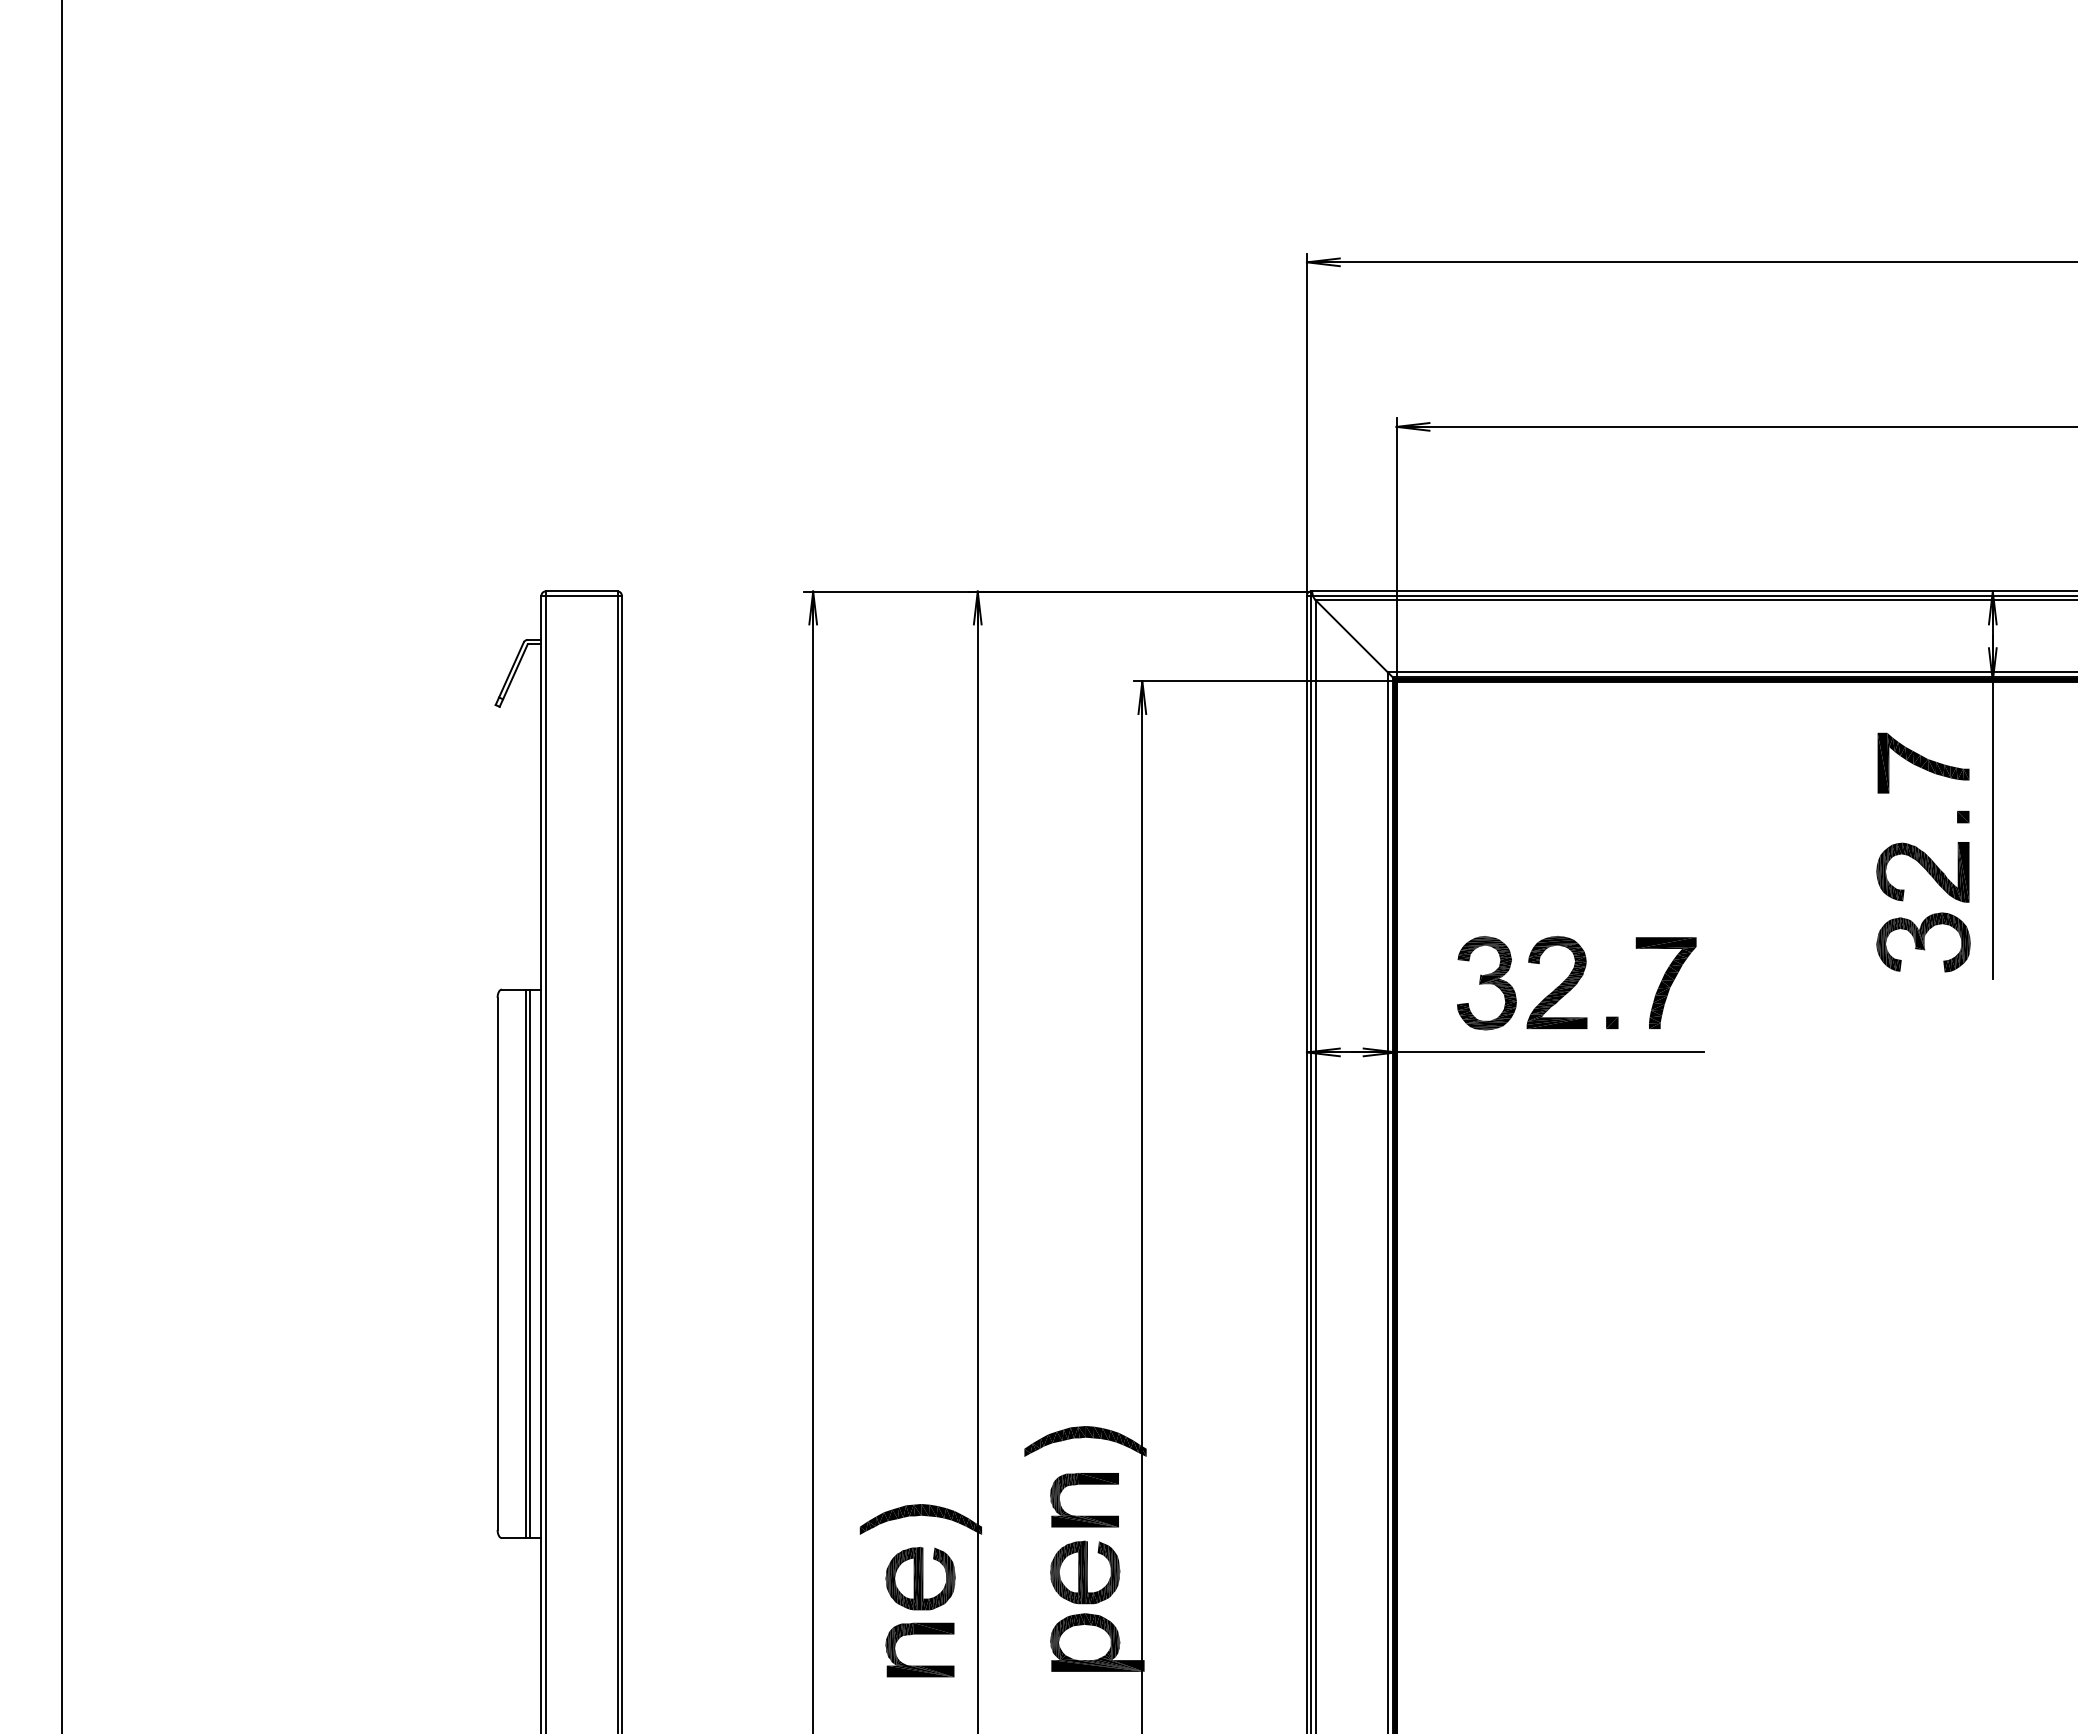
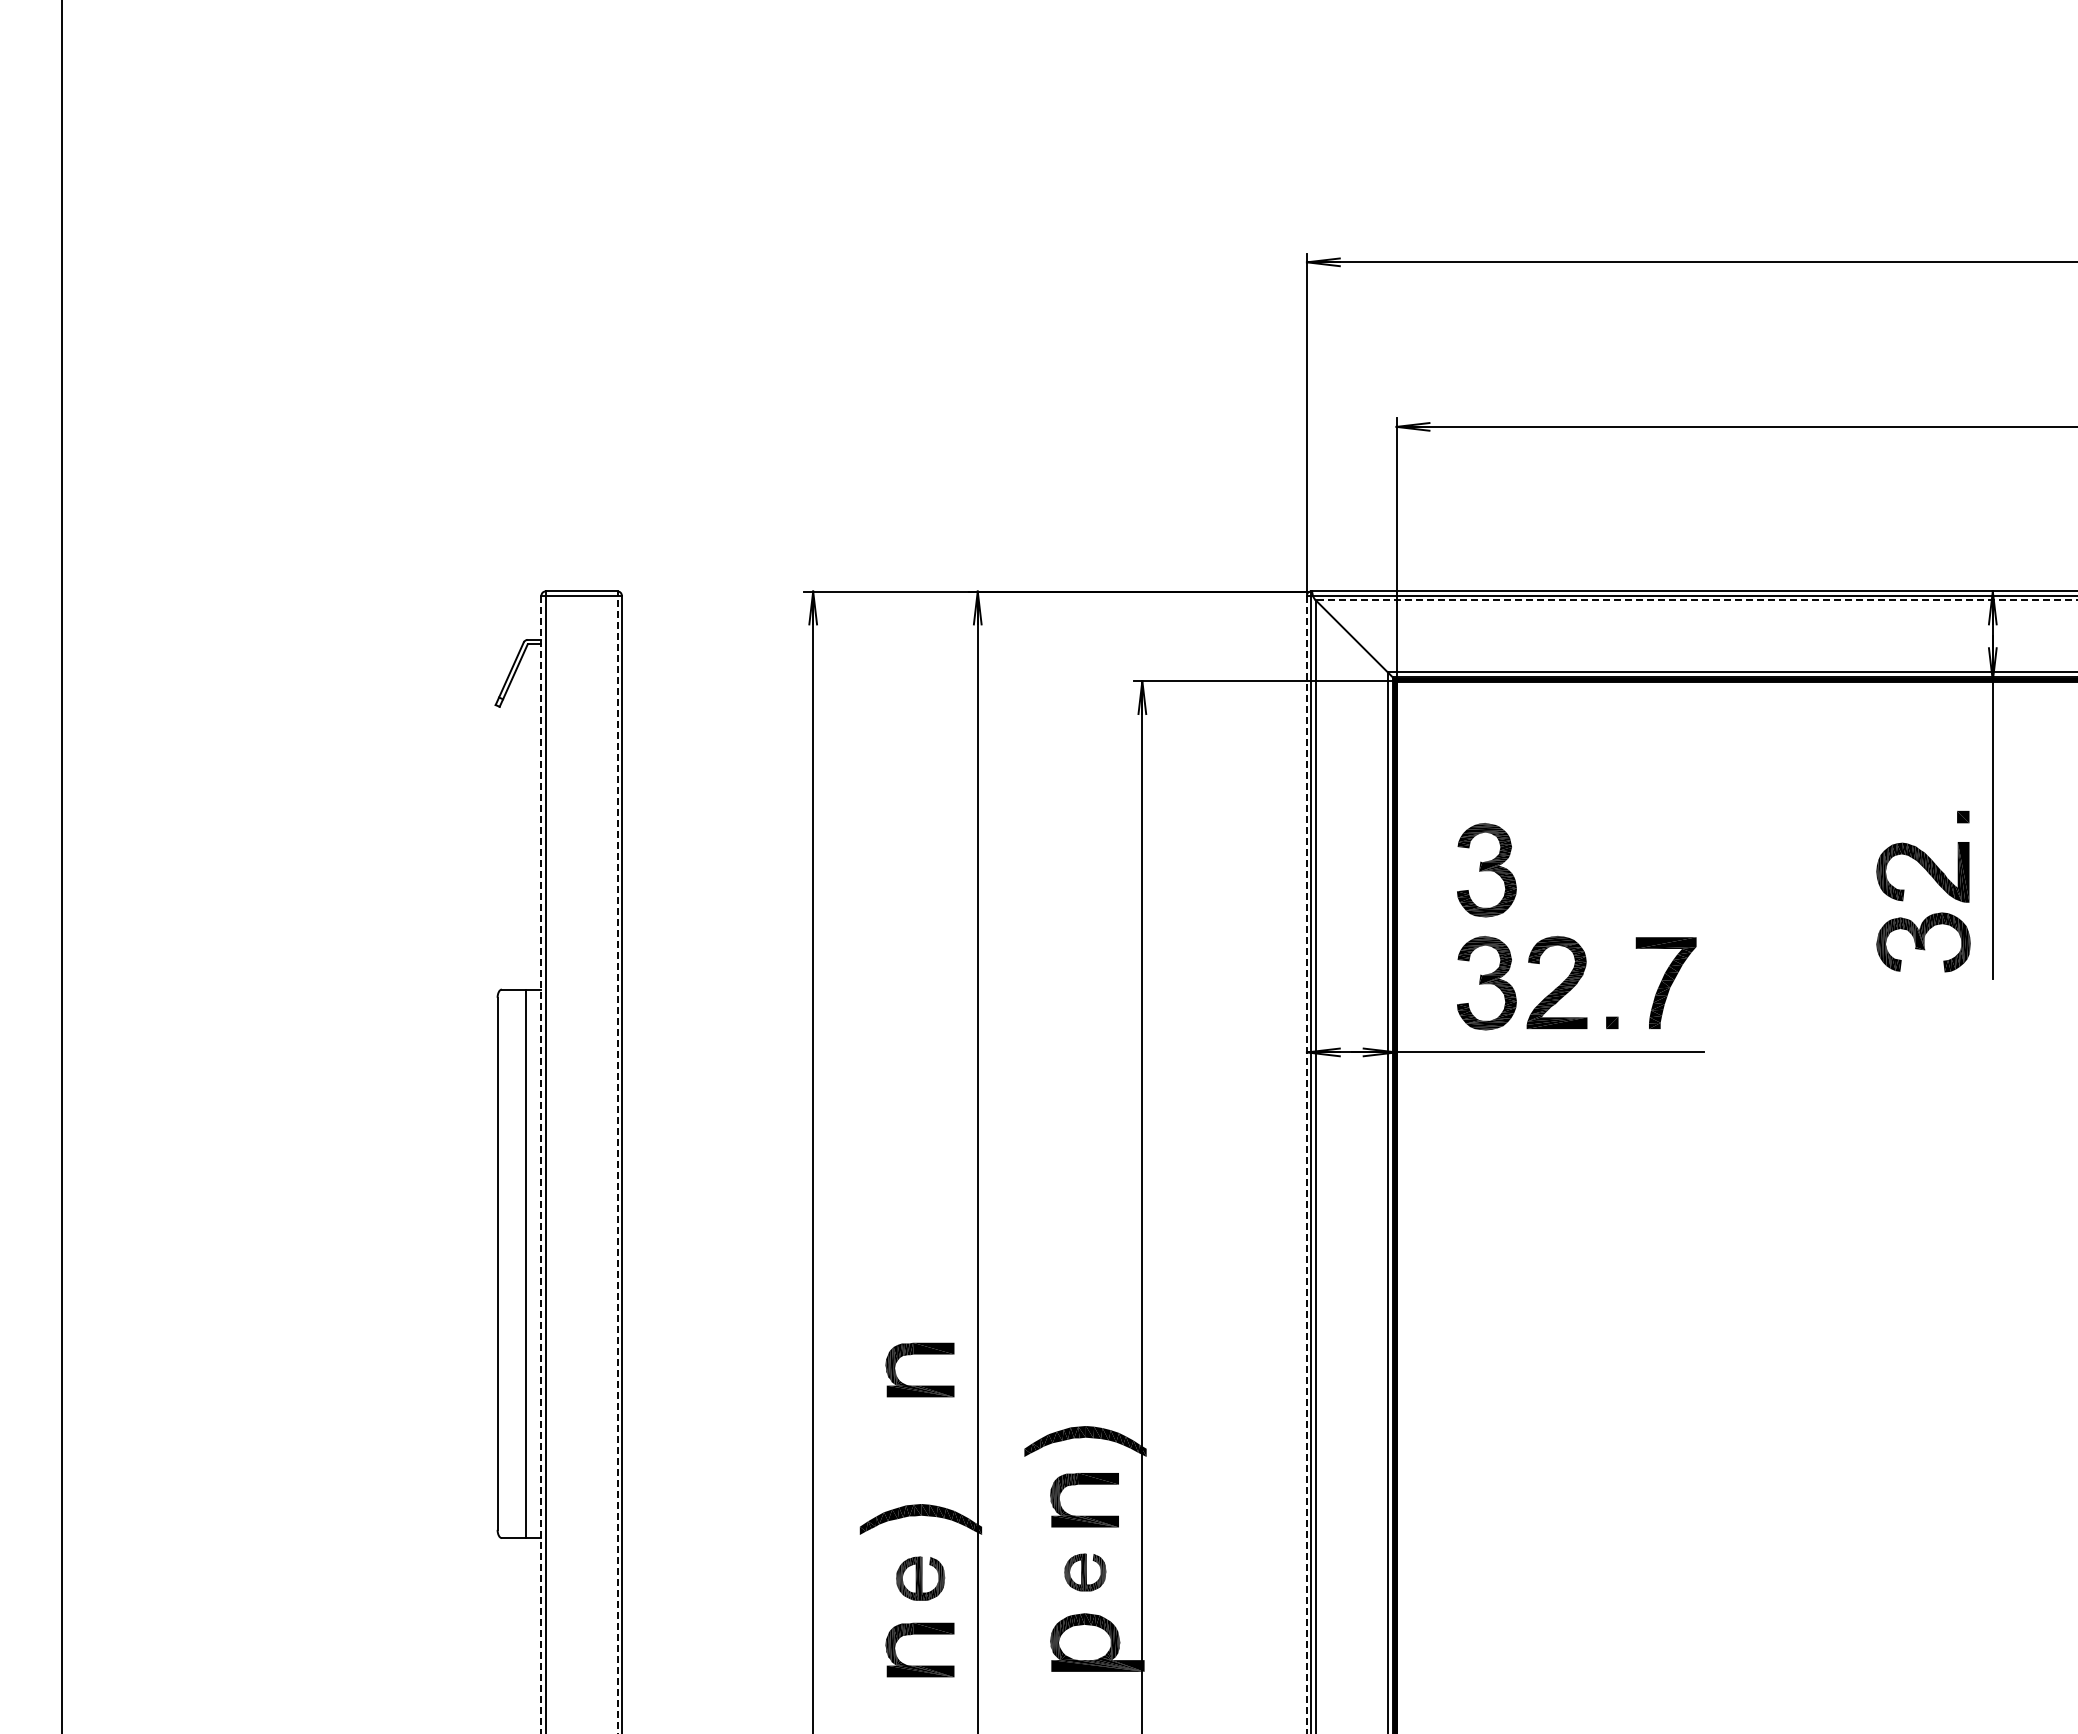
line at (1696, 600): solid -> dashed
part at (1923, 762): present -> none
part at (1486, 870): none -> present
line at (617, 1162): solid -> dashed
line at (541, 1164): solid -> dashed
line at (1306, 1164): solid -> dashed
line at (530, 1263): present -> none
part at (919, 1354): none -> present
part at (1085, 1572) size: 71x65 px -> 43x39 px
part at (920, 1578) size: 71x65 px -> 50x45 px
